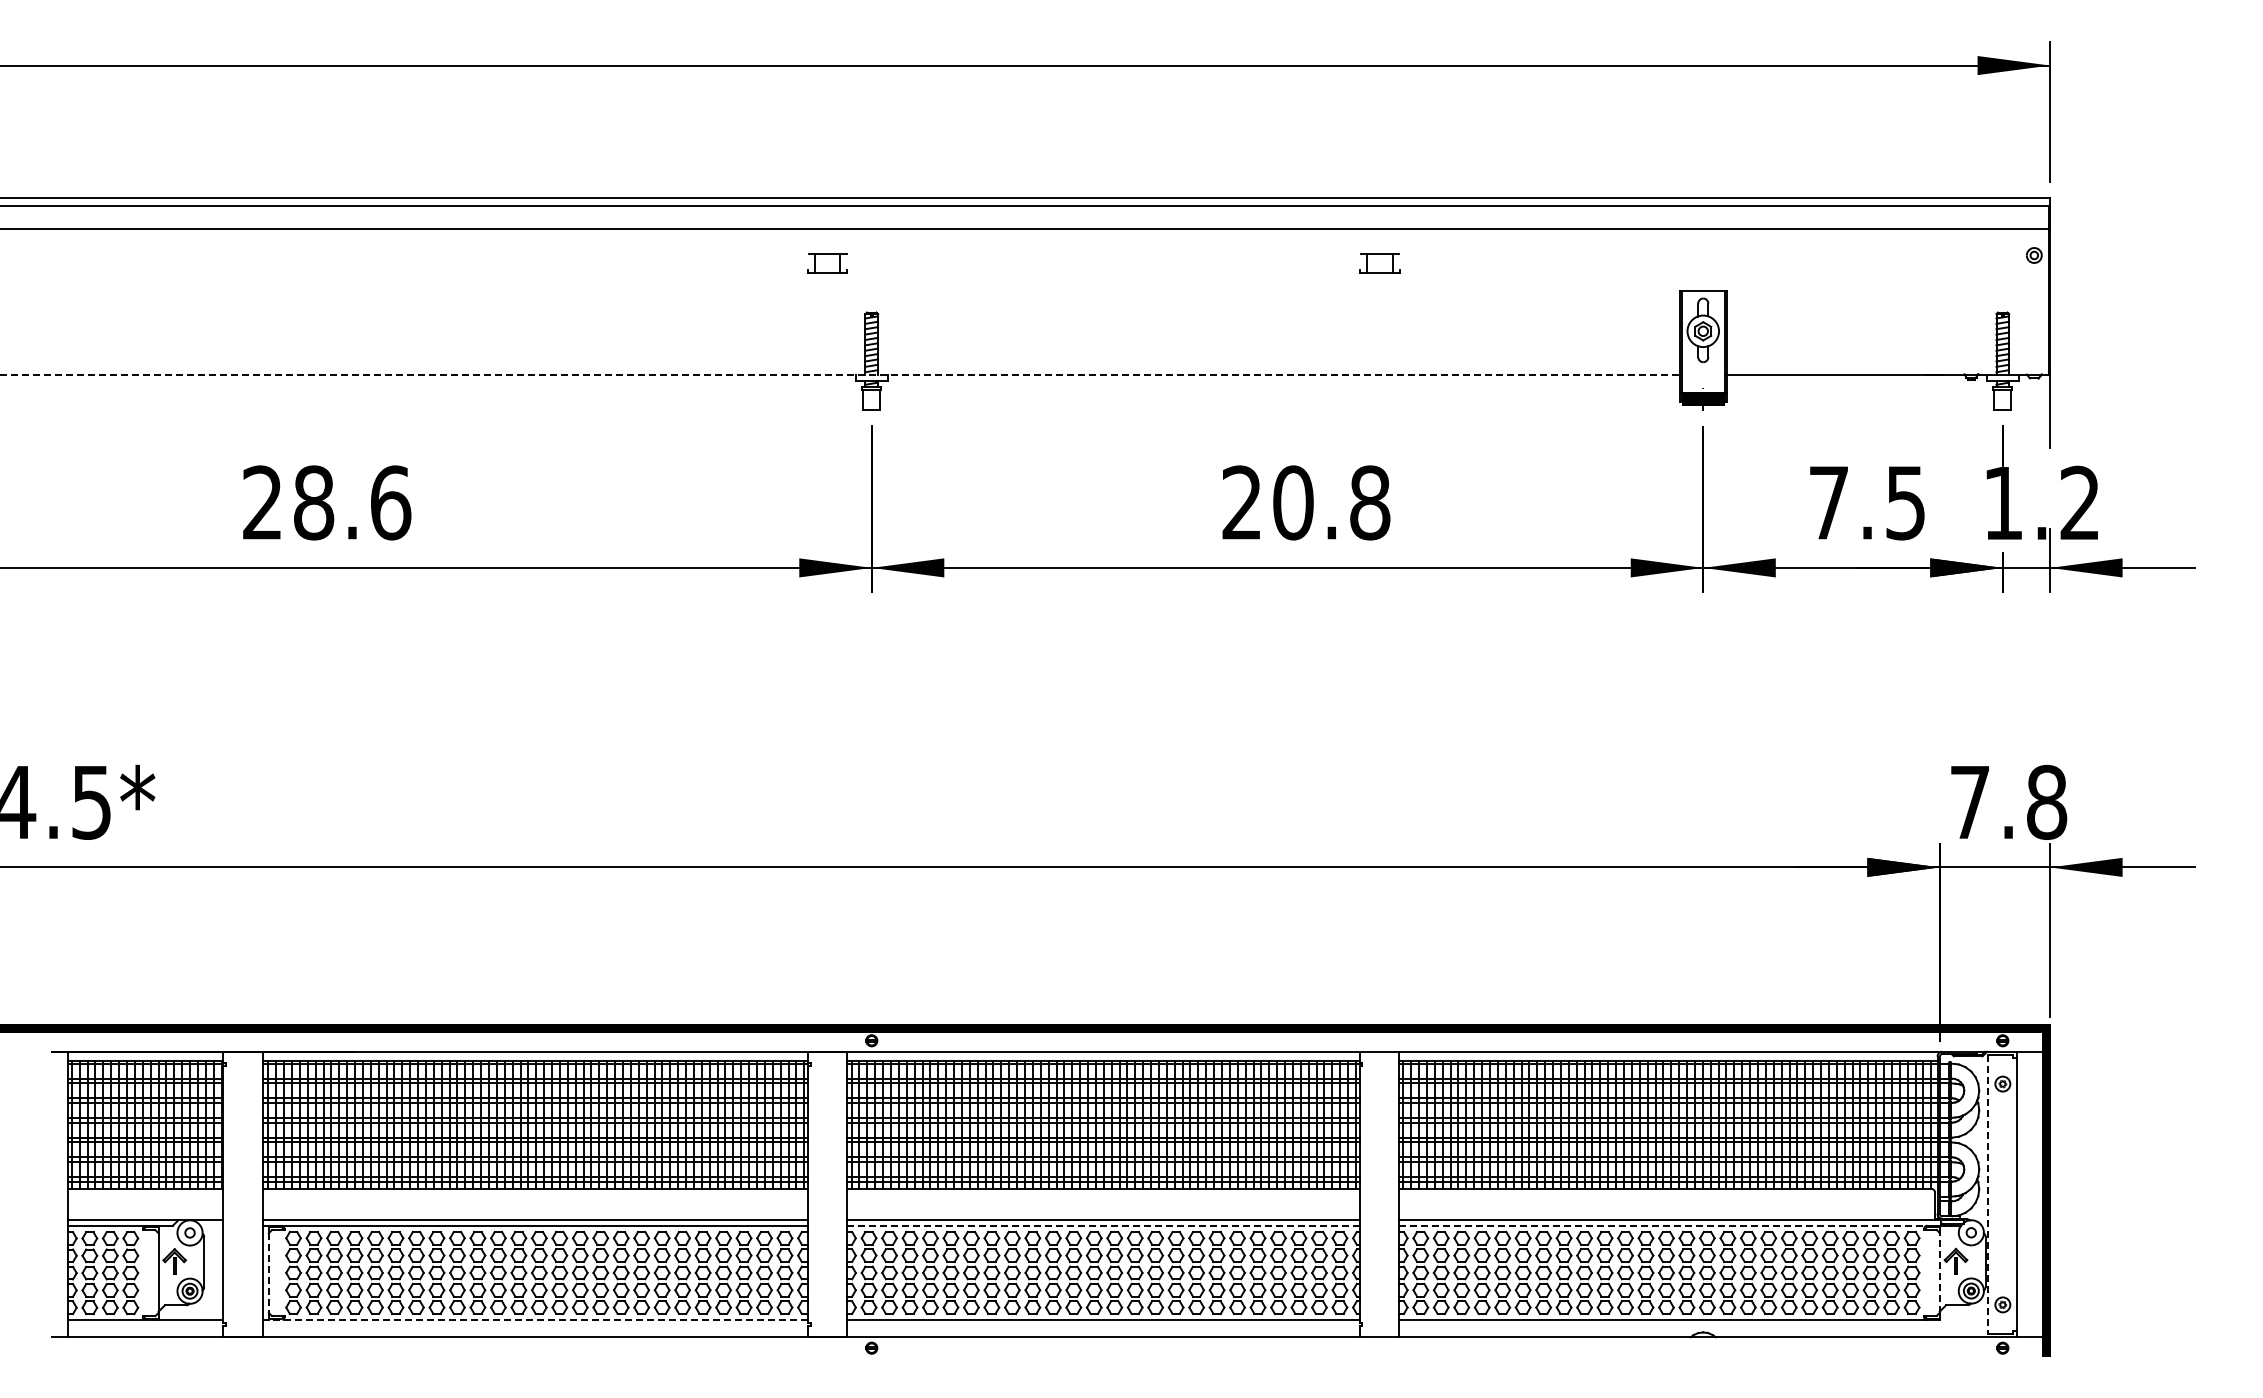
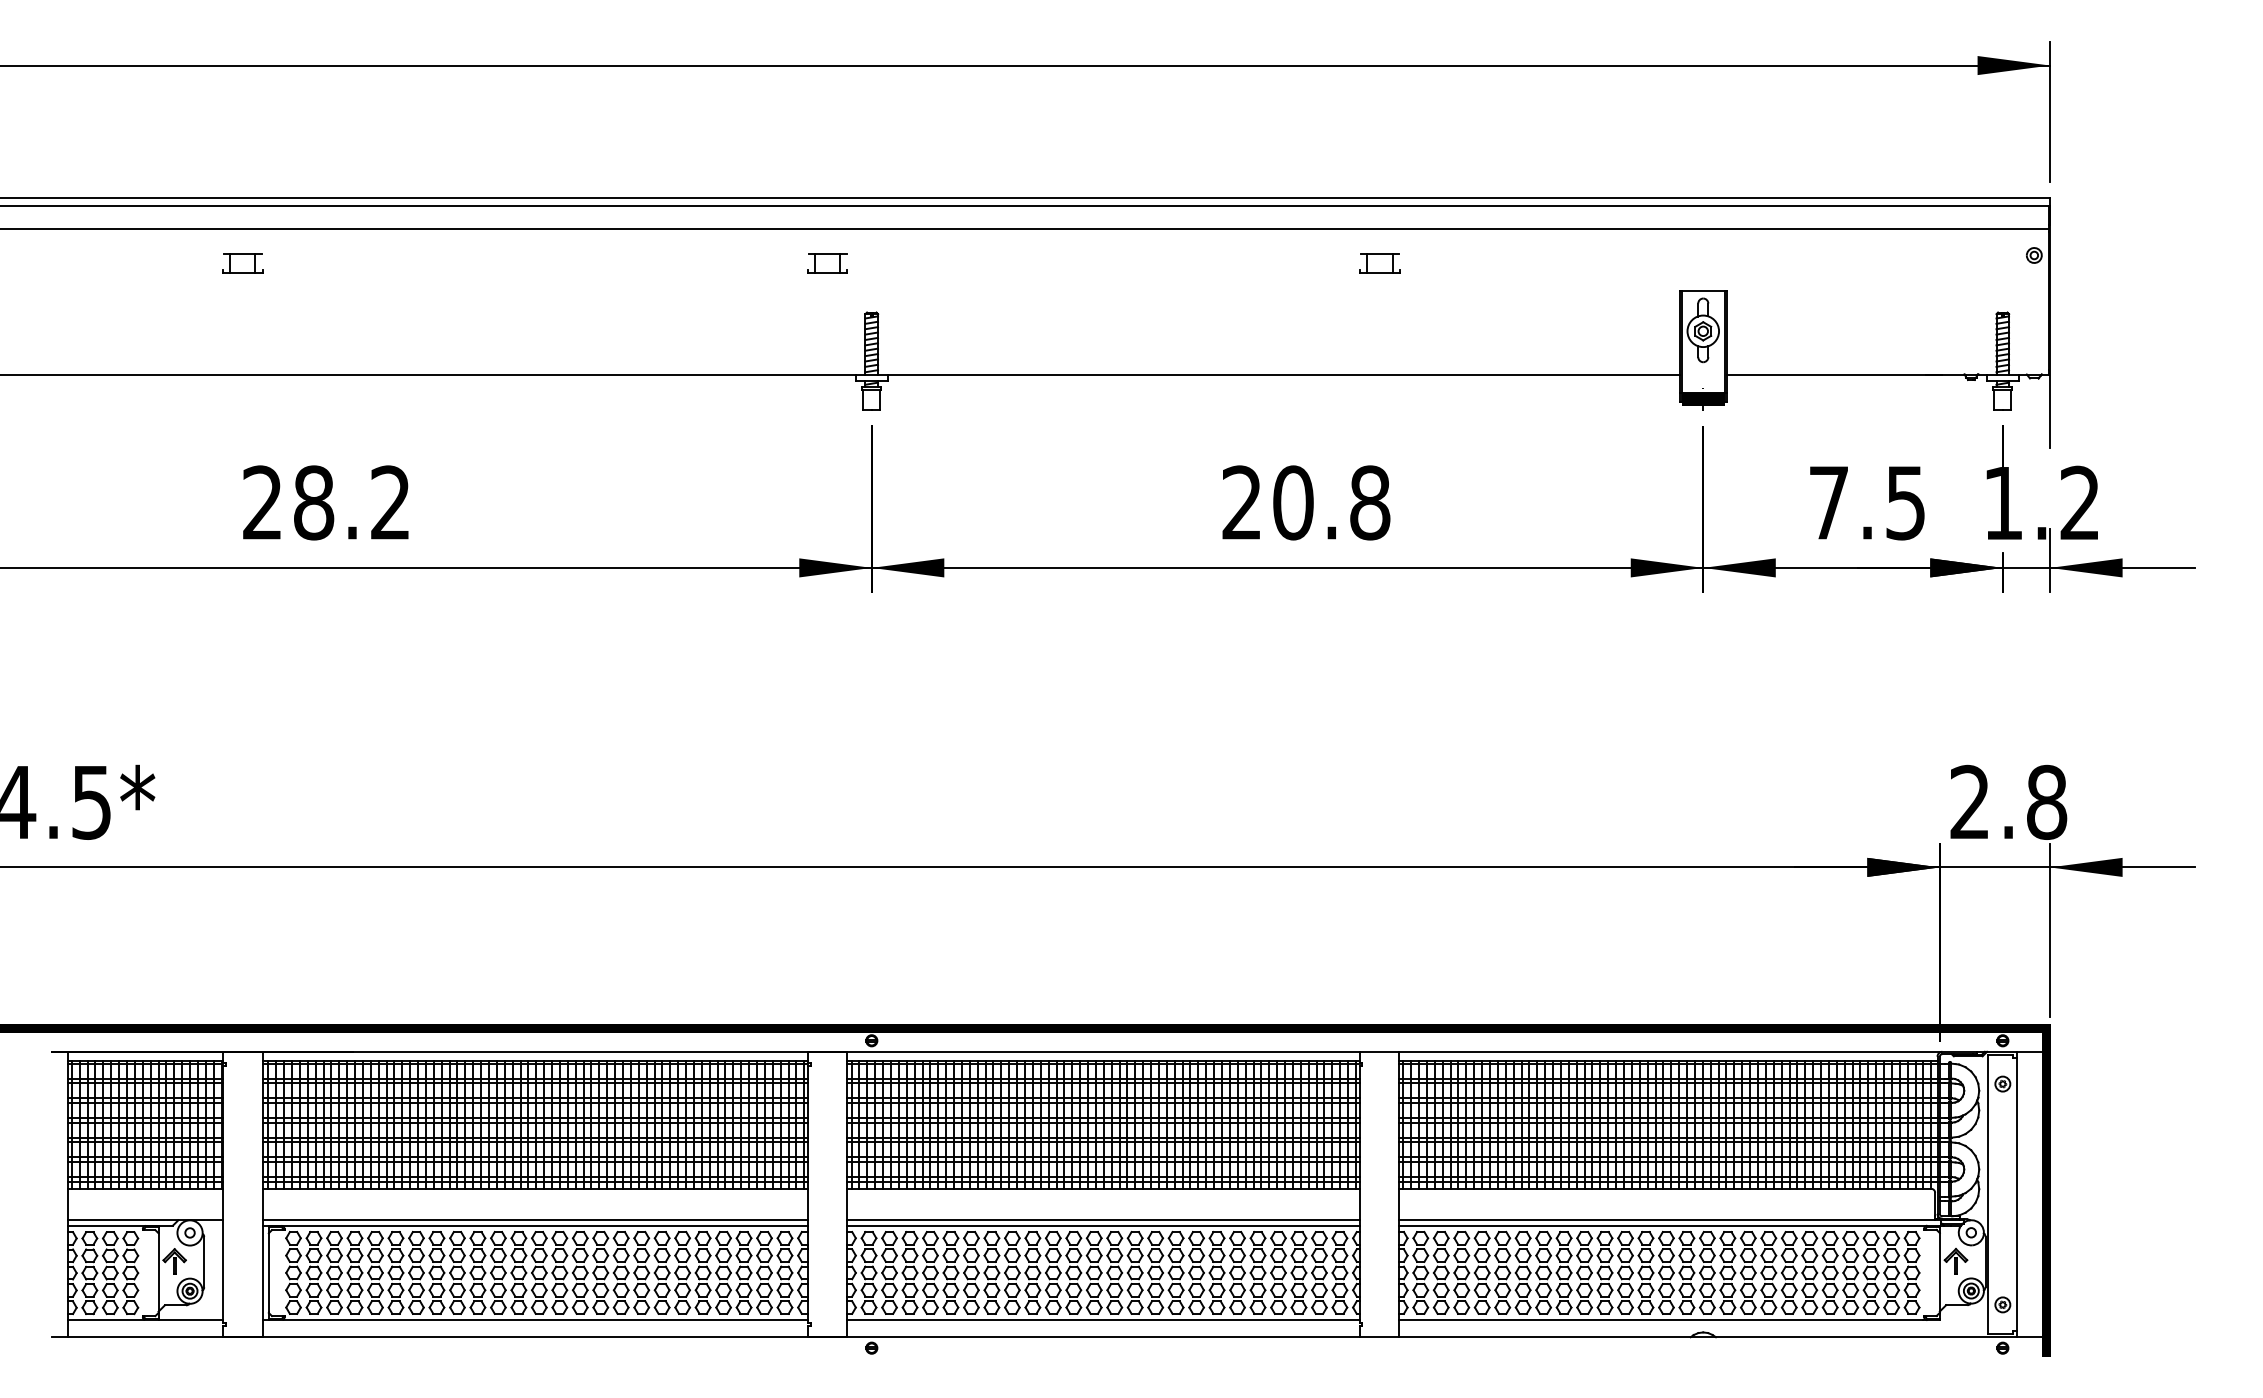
part at (242, 263): none -> present
line at (840, 374): dashed -> solid
text at (391, 502): 28.6 -> 28.2
text at (1969, 801): 7.8 -> 2.8
line at (1987, 1194): dashed -> solid
line at (1104, 1225): dashed -> solid
line at (1663, 1225): dashed -> solid
line at (1939, 1272): dashed -> solid
line at (268, 1273): dashed -> solid
line at (535, 1320): dashed -> solid
